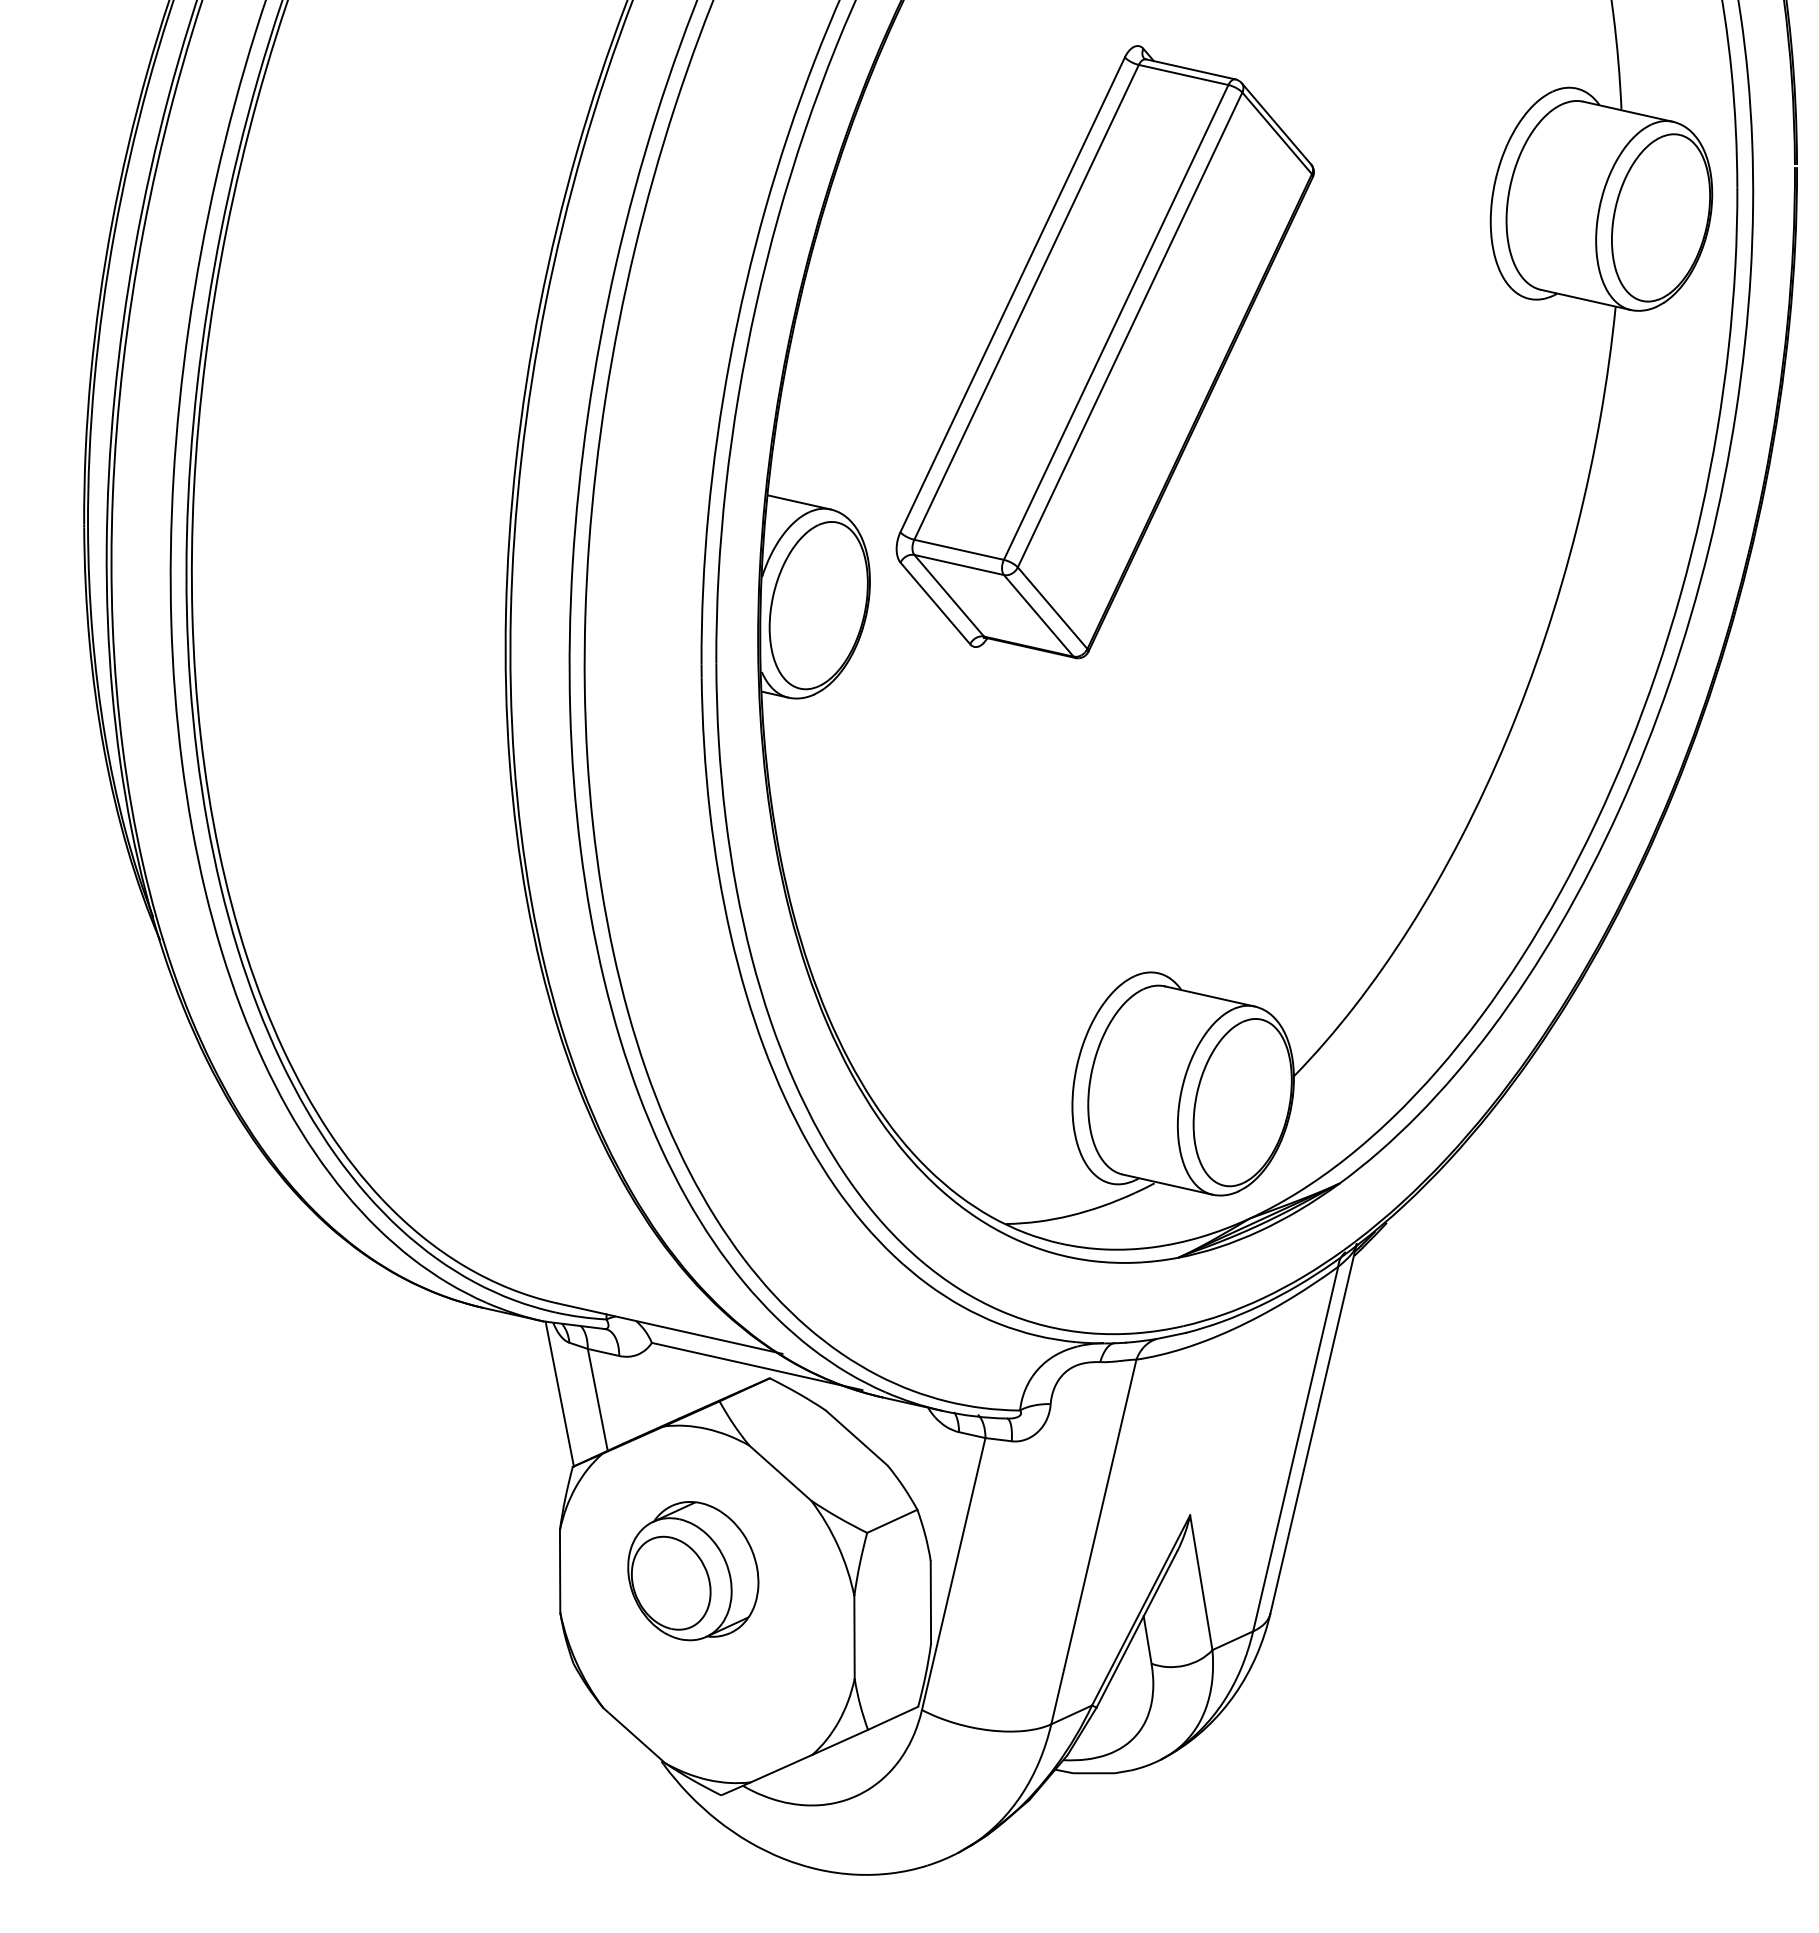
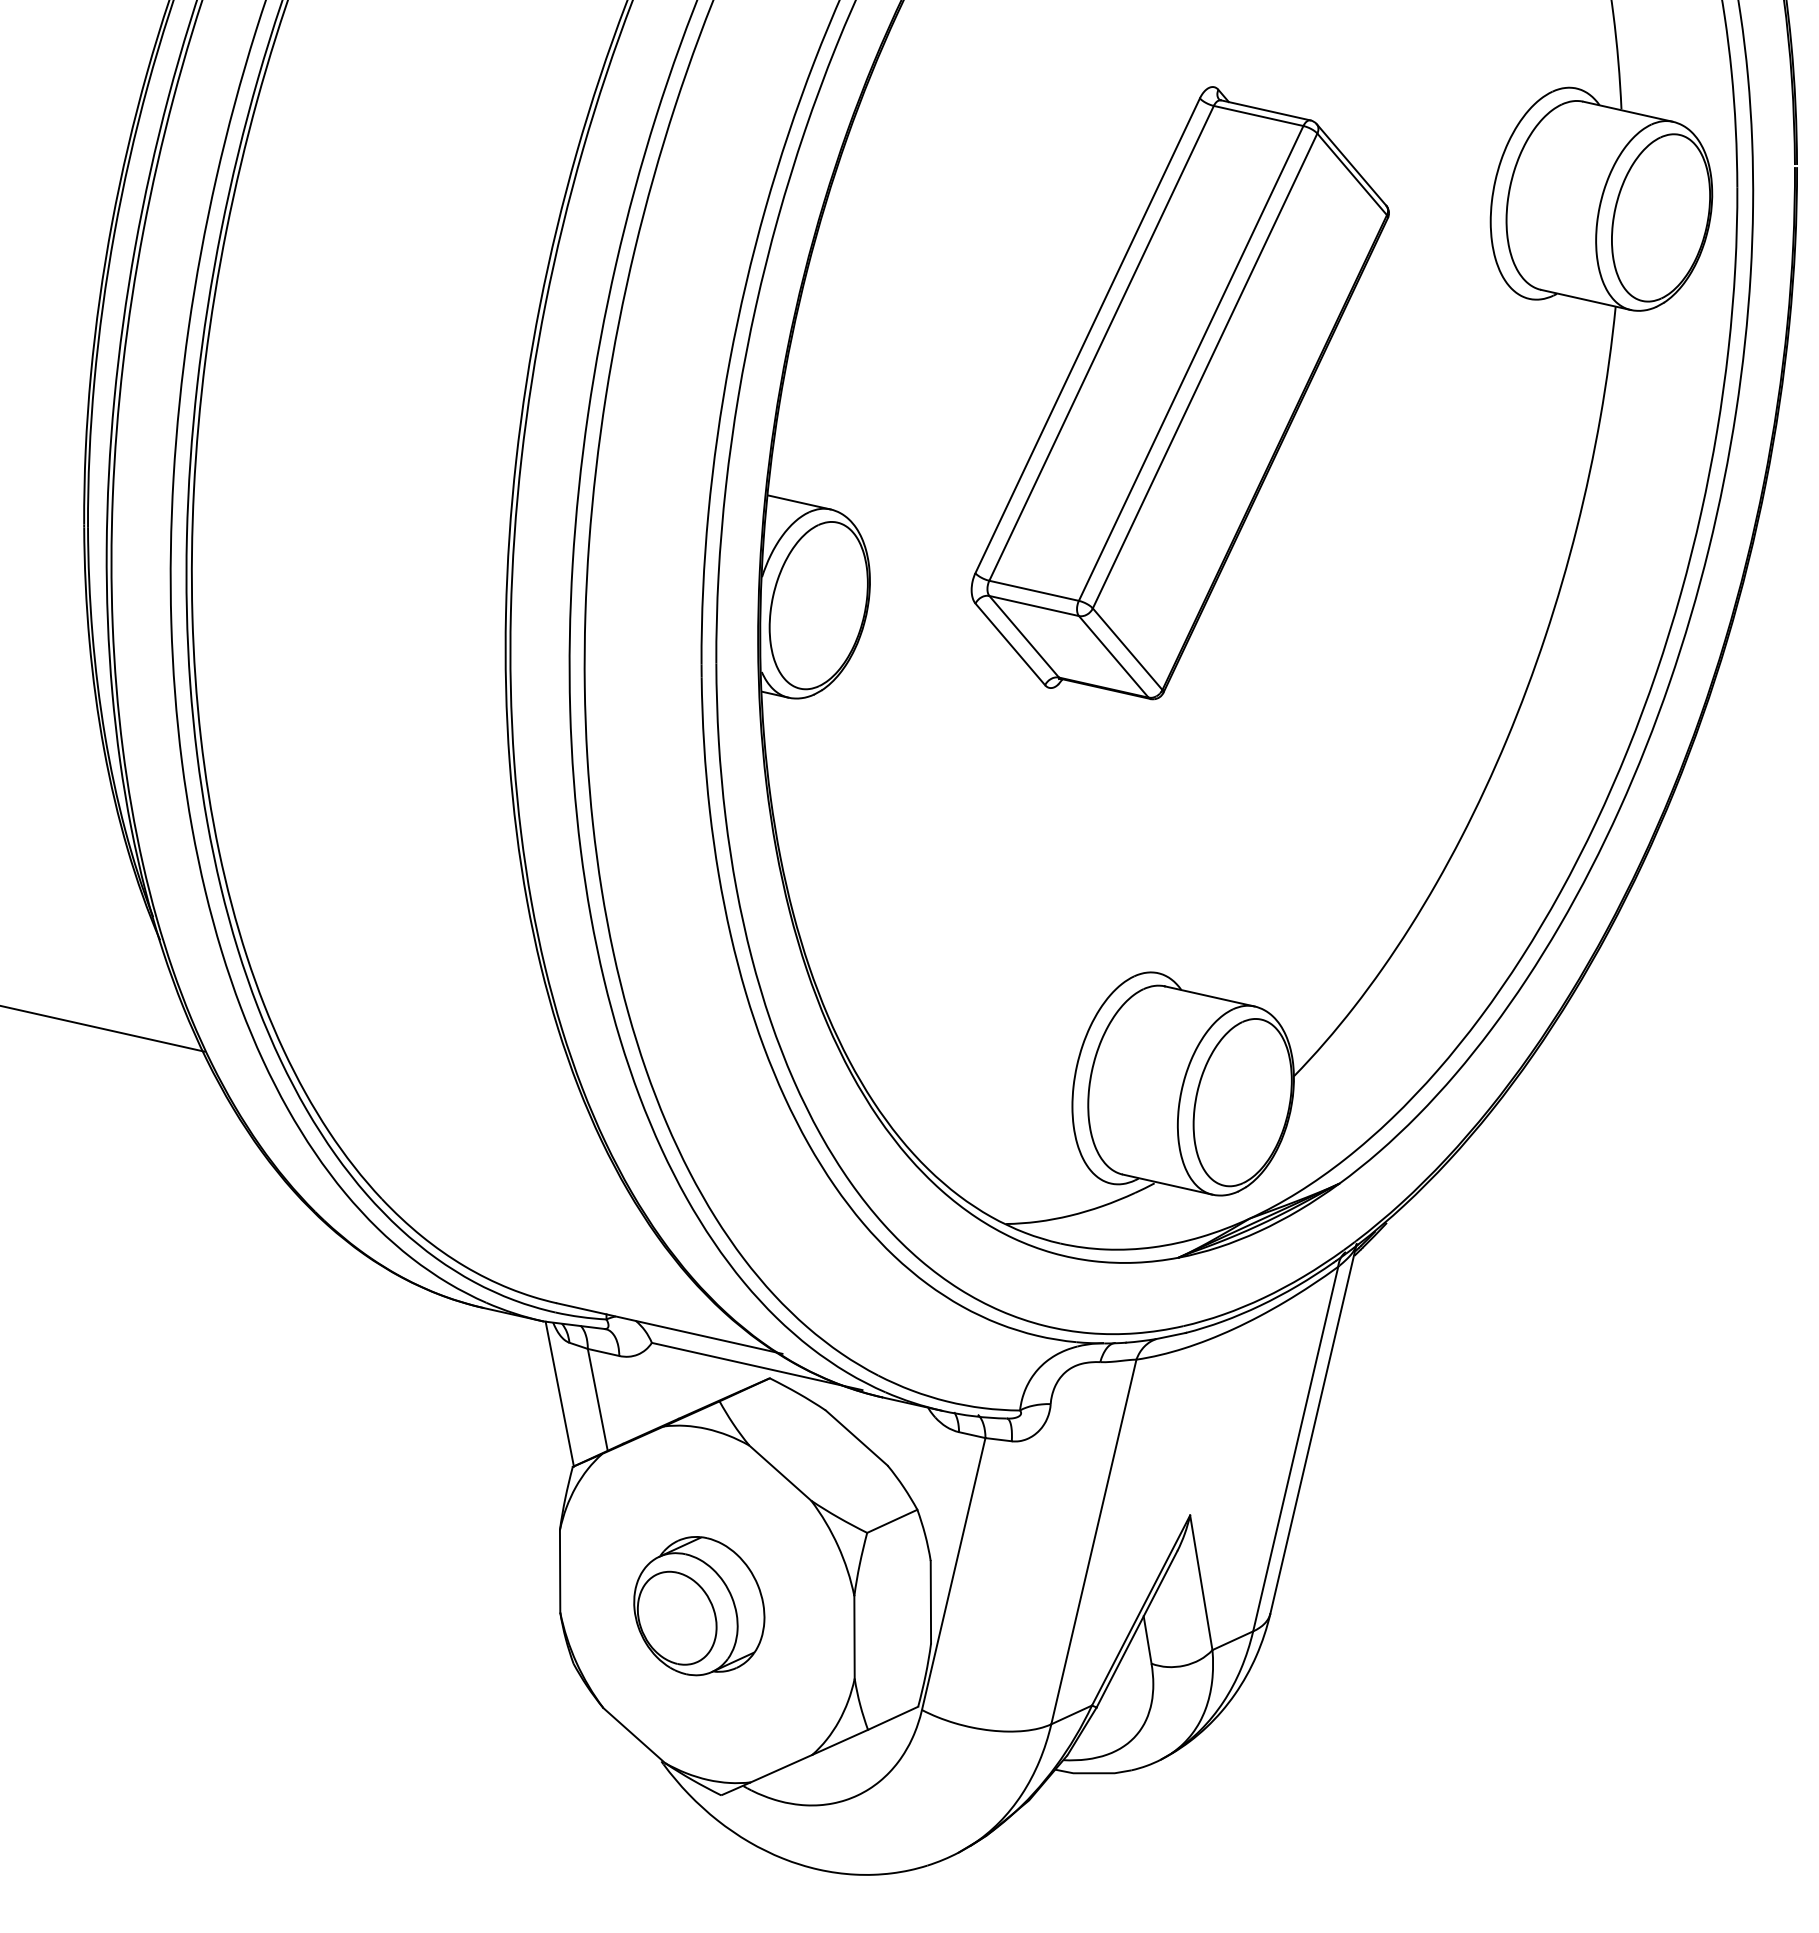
part at (1104, 352) position: (1104, 352) -> (1179, 393)
line at (103, 1028): none -> present
part at (693, 1571) position: (693, 1571) -> (699, 1606)
